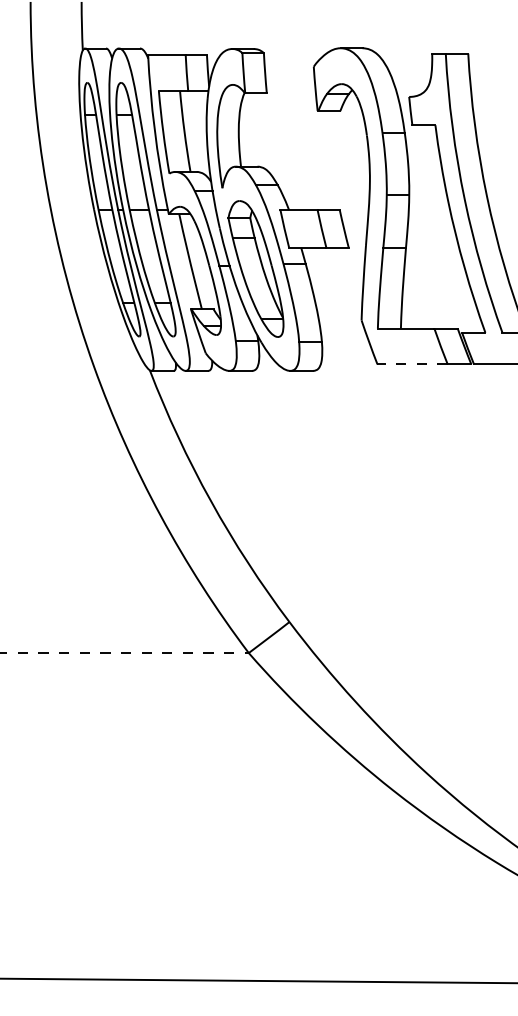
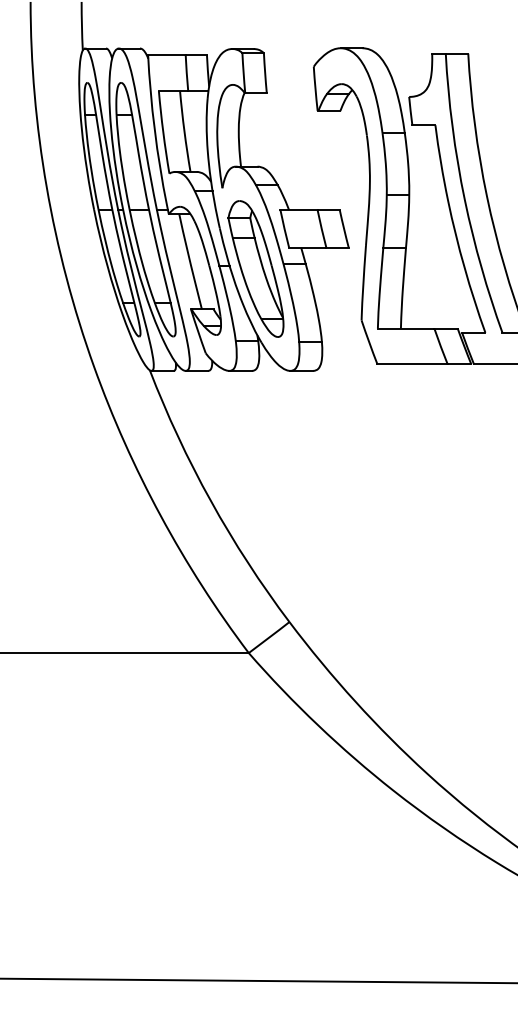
line at (412, 364): dashed -> solid
line at (124, 653): dashed -> solid
